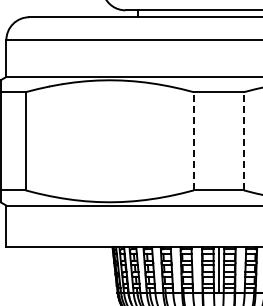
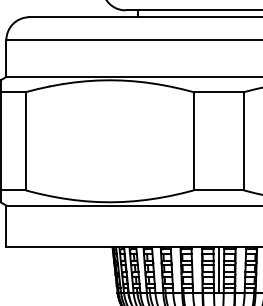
line at (193, 140): dashed -> solid
line at (243, 140): dashed -> solid
